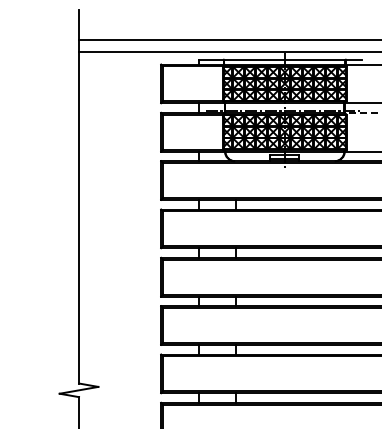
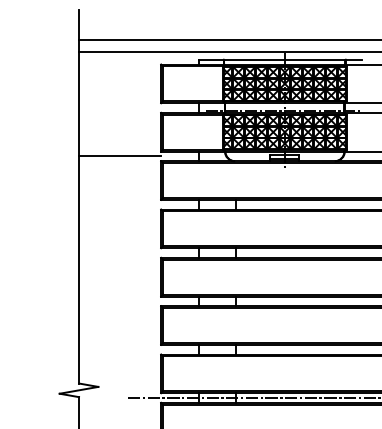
line at (362, 112): dashed -> solid
line at (120, 156): none -> present
line at (252, 398): none -> present
